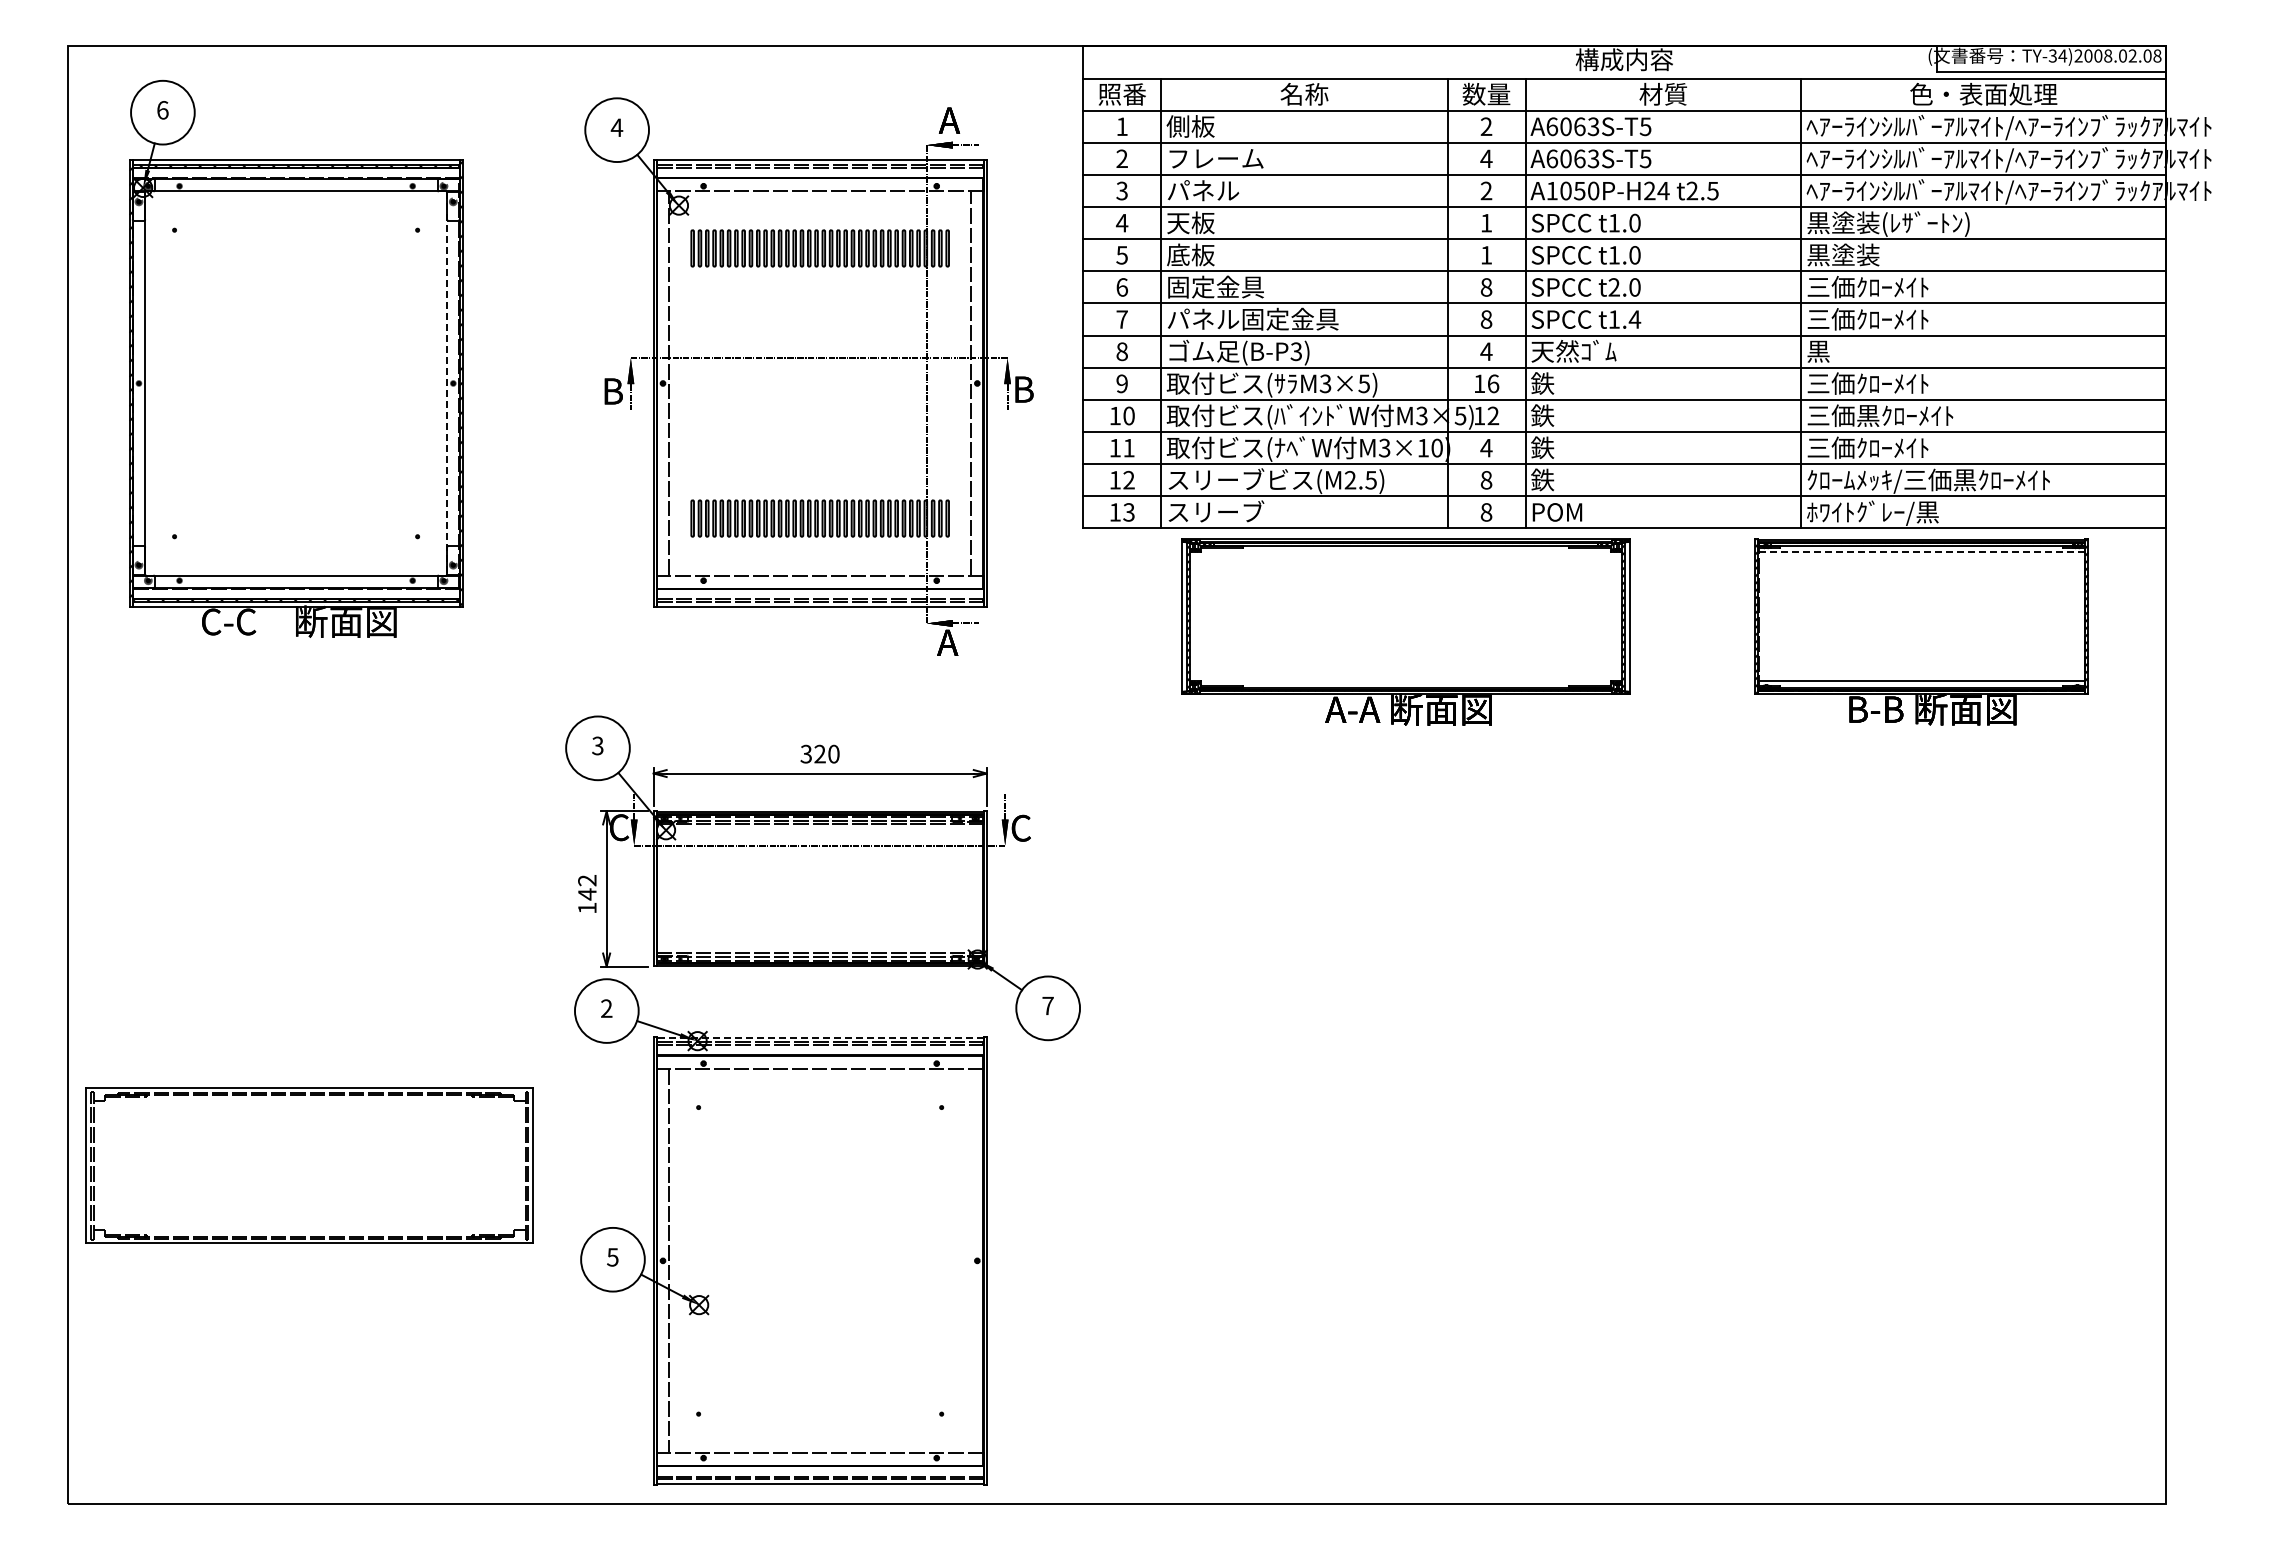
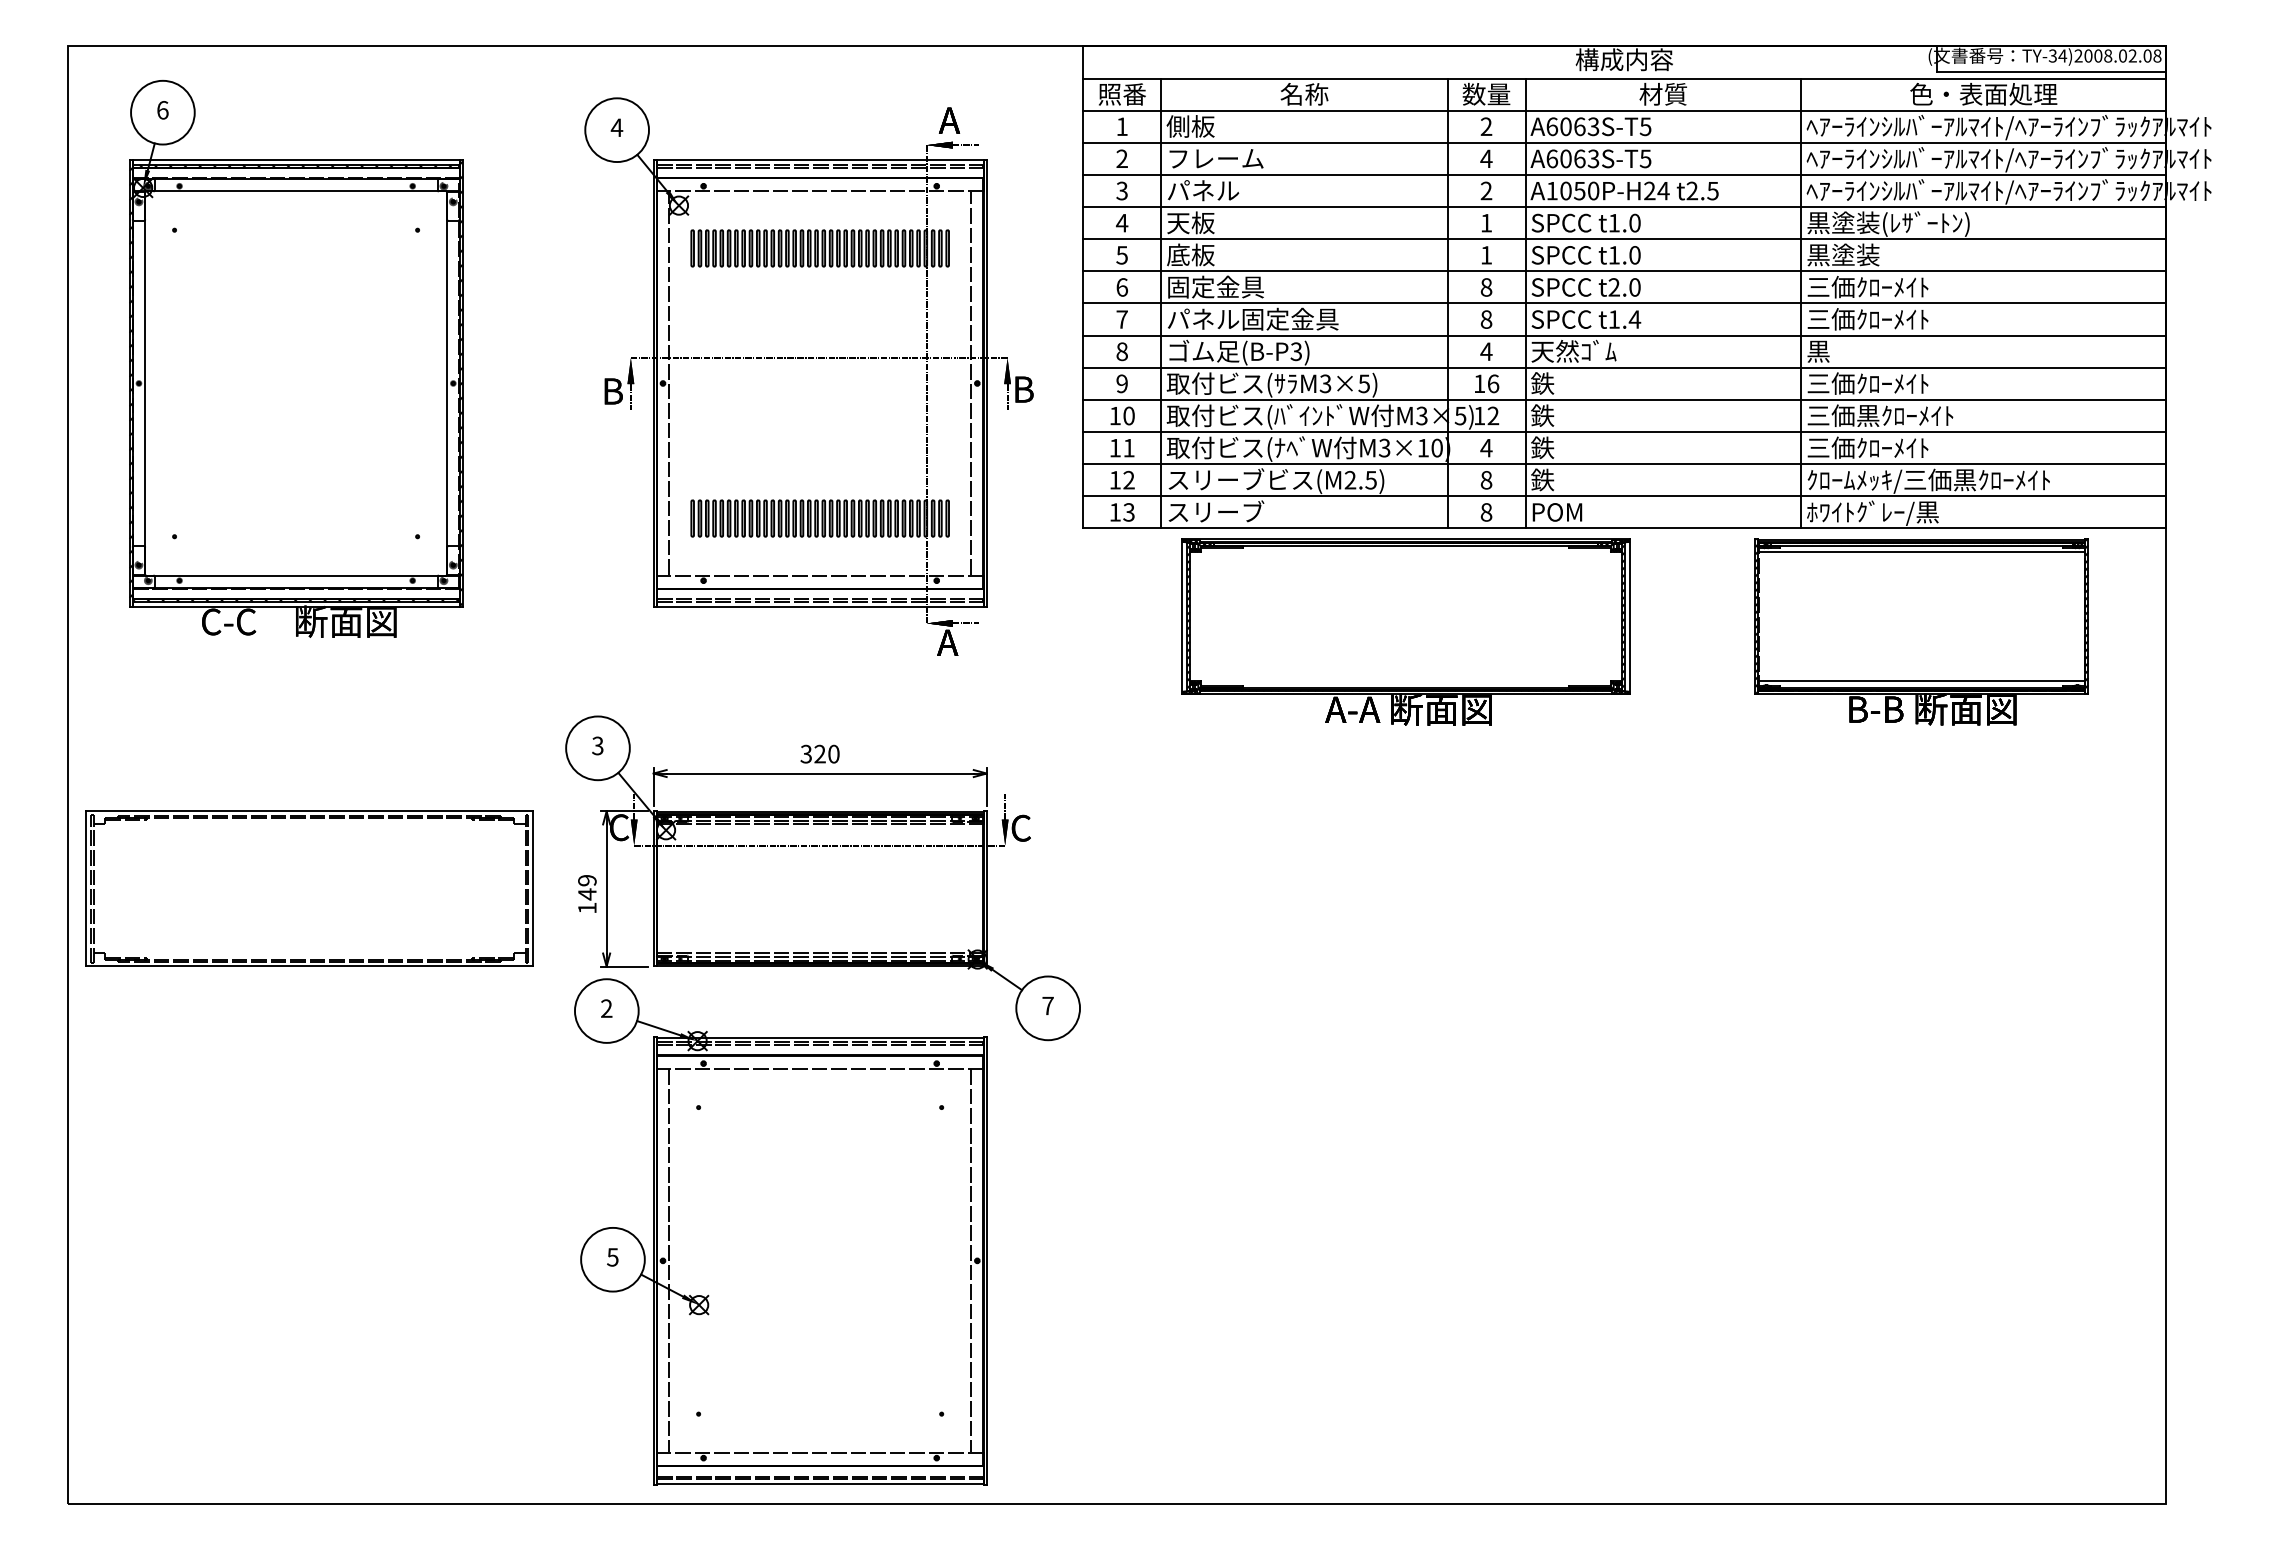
line at (447, 383): dashed -> solid
line at (1921, 552): dashed -> solid
text at (587, 880): 142 -> 149
line at (819, 1037): dashed -> solid
part at (309, 1165) position: (309, 1165) -> (309, 888)
line at (971, 1260): none -> present
